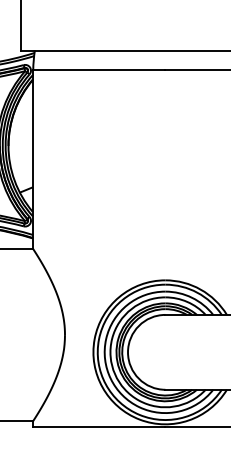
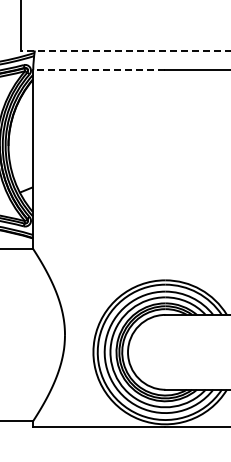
line at (125, 50): solid -> dashed
line at (98, 70): solid -> dashed
